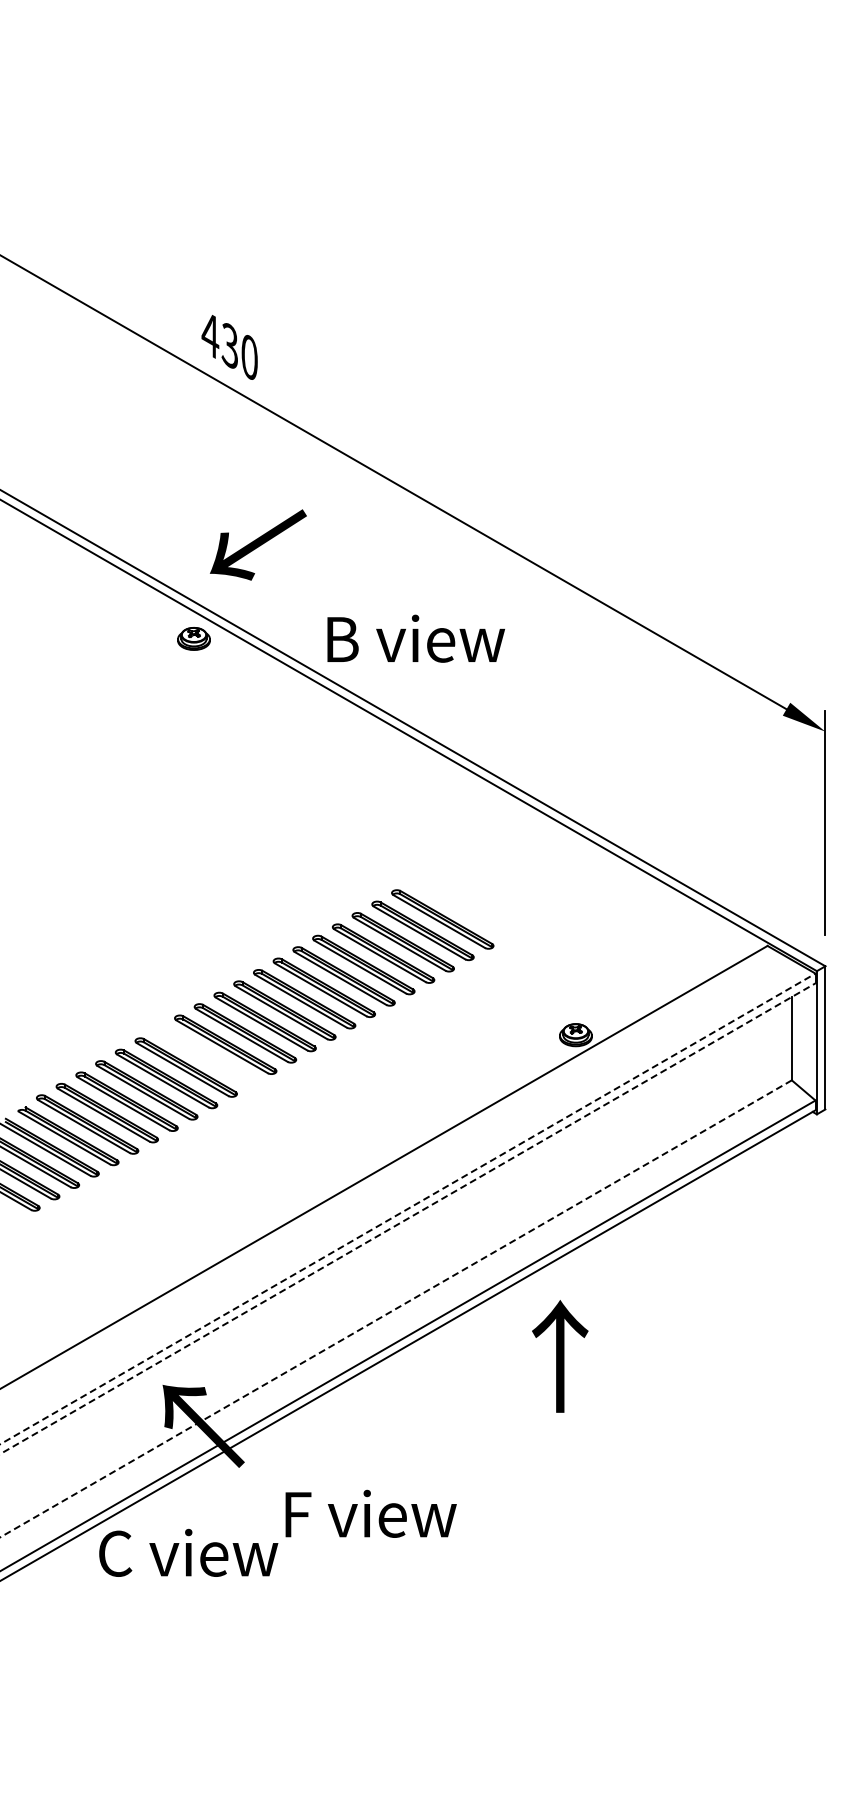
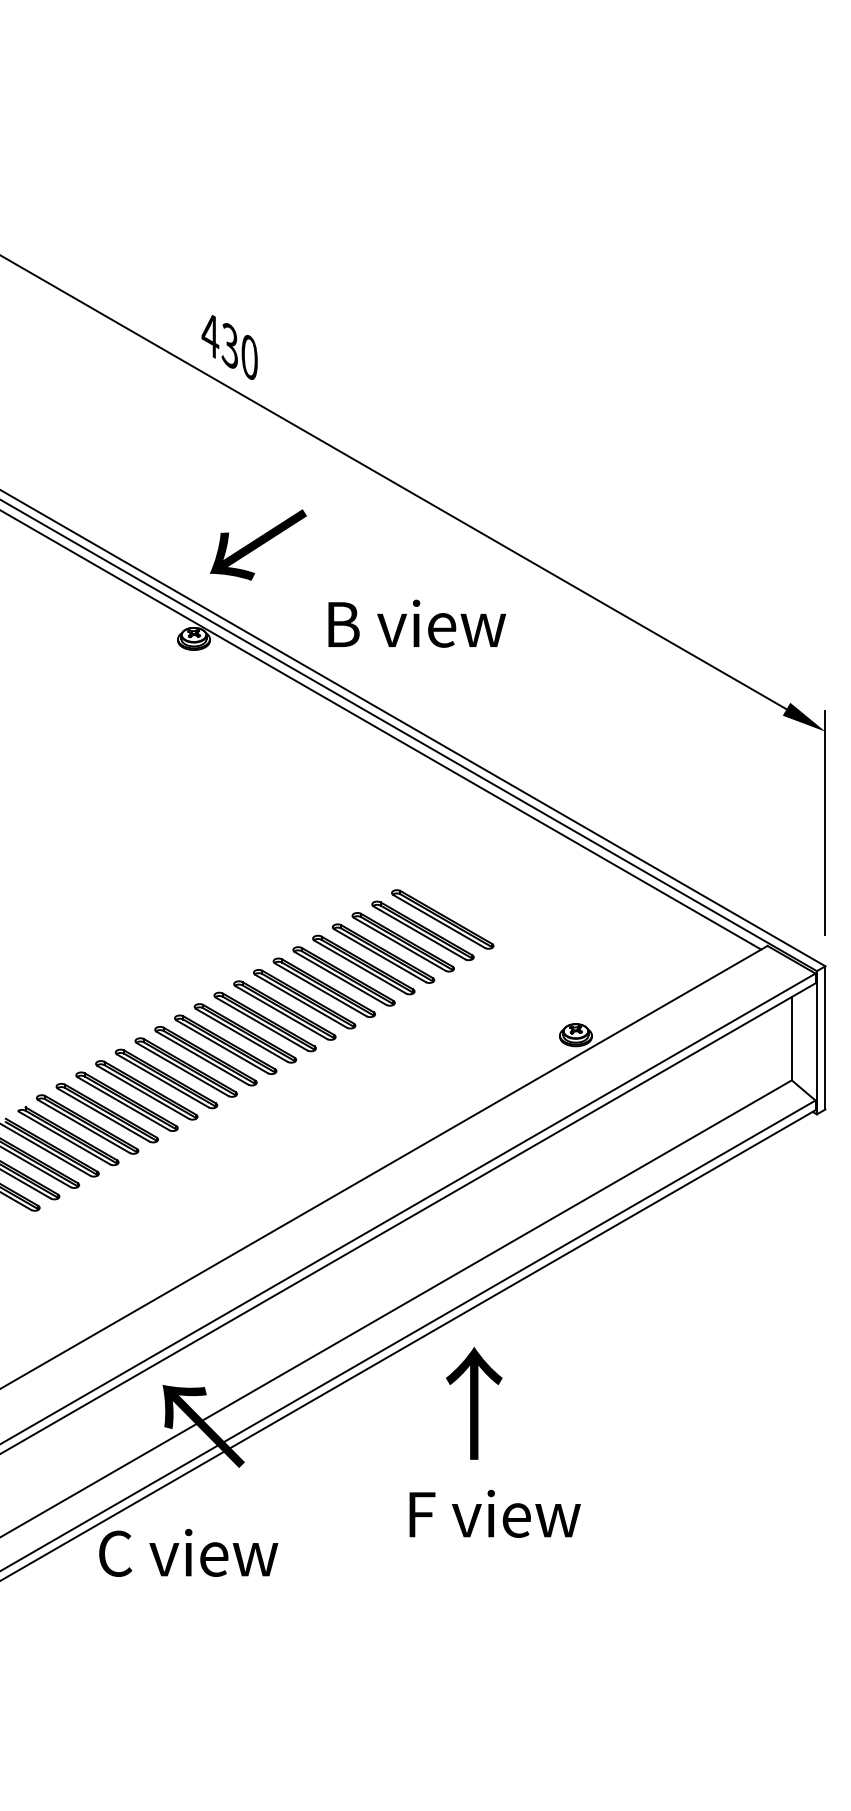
text at (415, 638) position: (415, 638) -> (416, 623)
line at (381, 730): none -> present
part at (205, 1056): none -> present
line at (408, 1208): dashed -> solid
line at (408, 1218): dashed -> solid
line at (396, 1308): dashed -> solid
text at (560, 1356) position: (560, 1356) -> (474, 1403)
text at (370, 1513) position: (370, 1513) -> (494, 1513)
